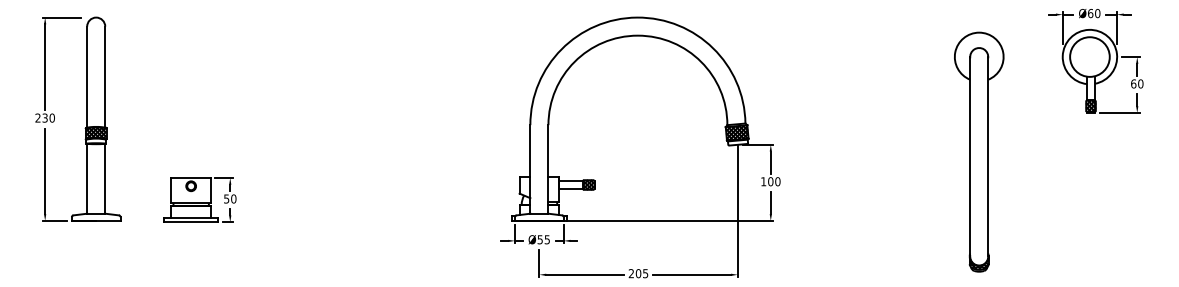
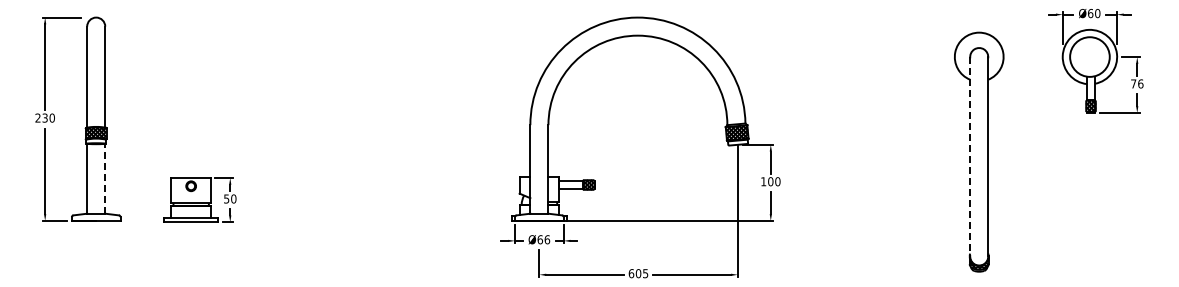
text at (1137, 83): 60 -> 76
line at (970, 156): solid -> dashed
line at (105, 178): solid -> dashed
text at (543, 239): Ø55 -> Ø66
text at (631, 273): 205 -> 605
